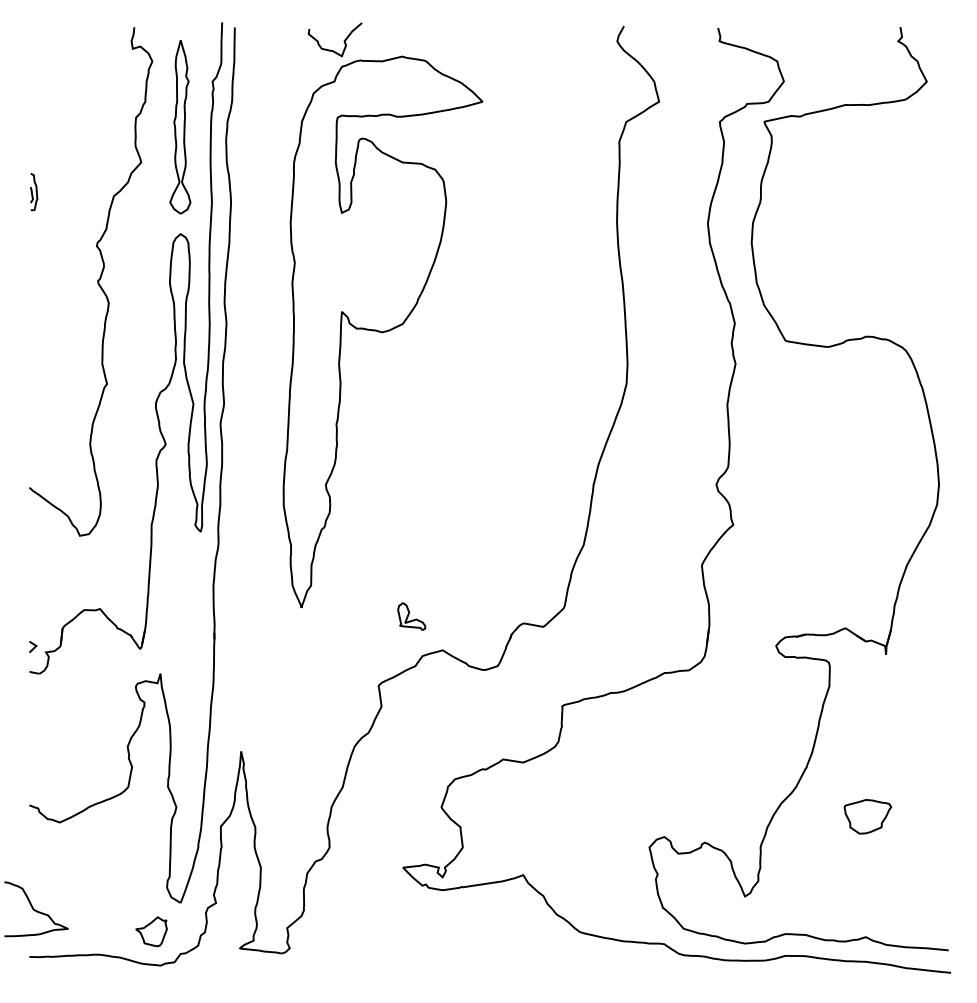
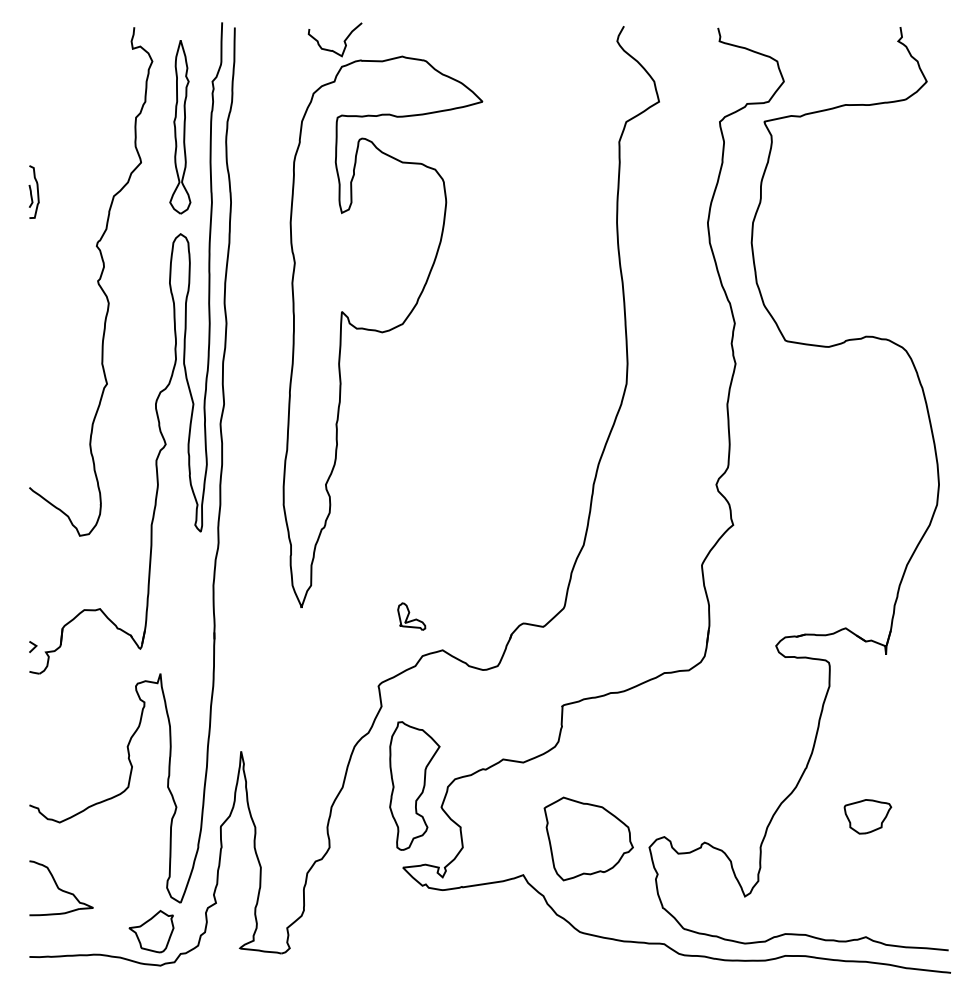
part at (34, 192) size: 9x39 px -> 12x54 px
part at (414, 785): none -> present
part at (588, 838): none -> present
part at (36, 909) position: (36, 909) -> (61, 888)
part at (151, 931) size: 33x32 px -> 47x44 px
